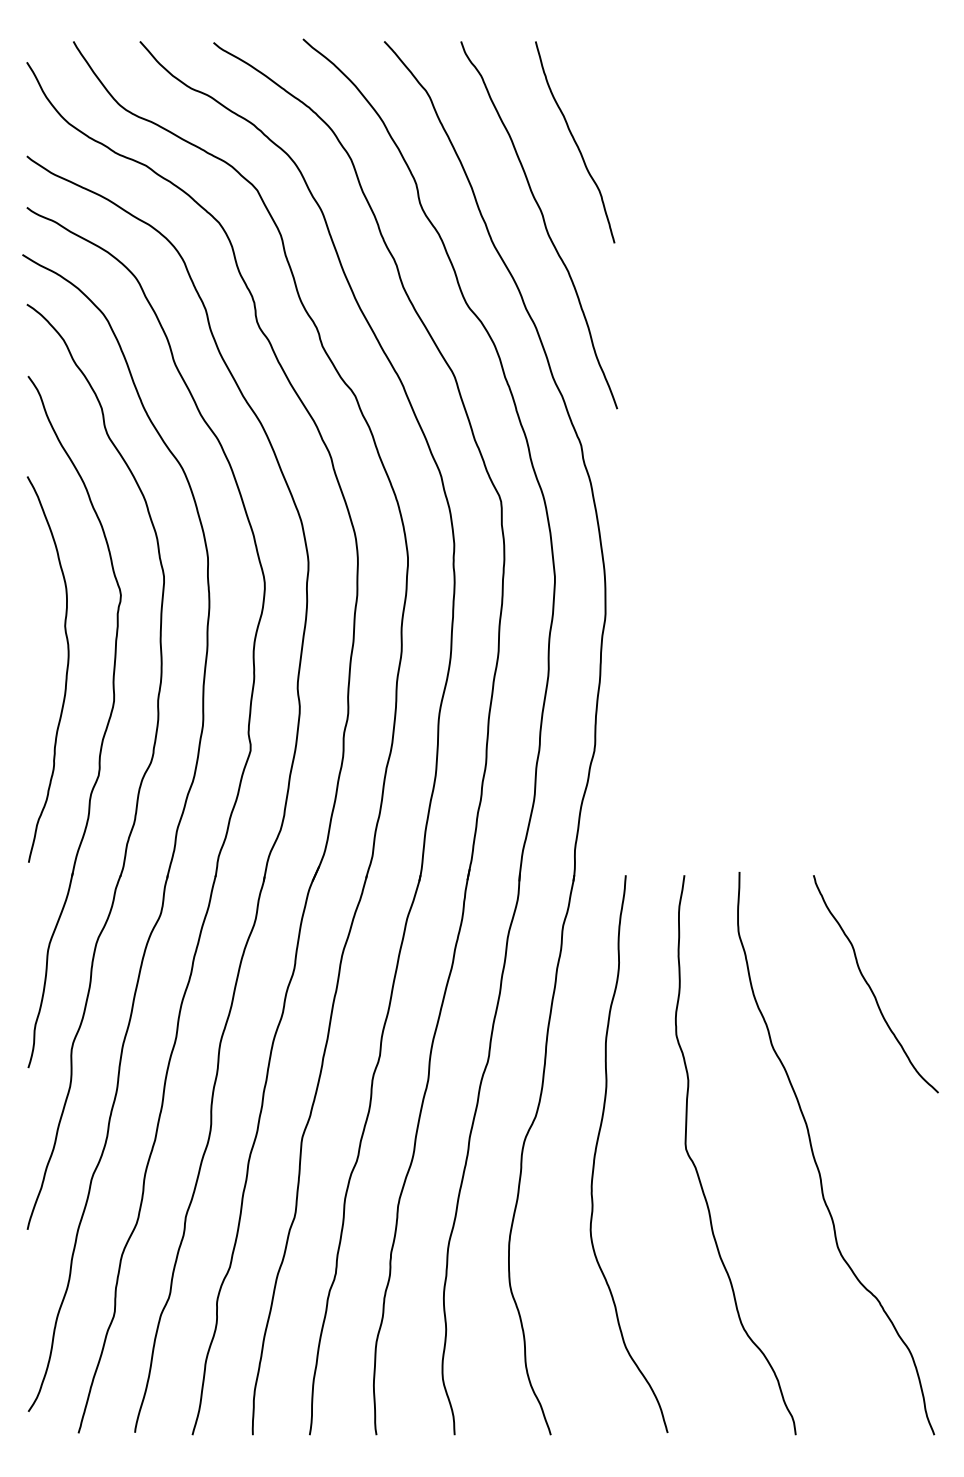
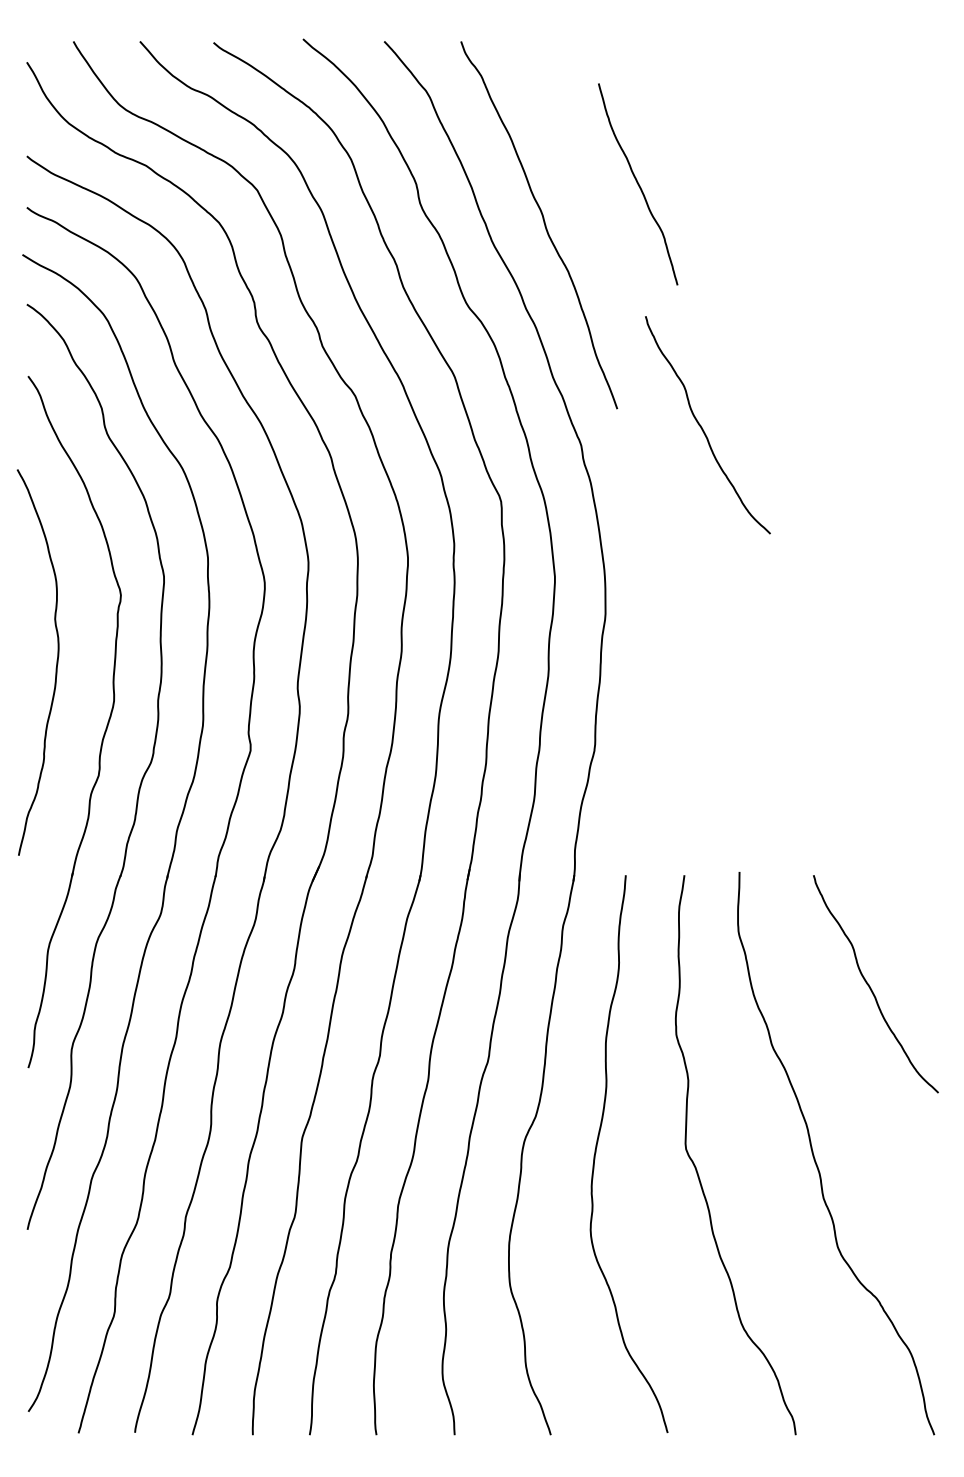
curve at (575, 142) position: (575, 142) -> (638, 184)
curve at (702, 427): none -> present
curve at (65, 675) position: (65, 675) -> (55, 668)
